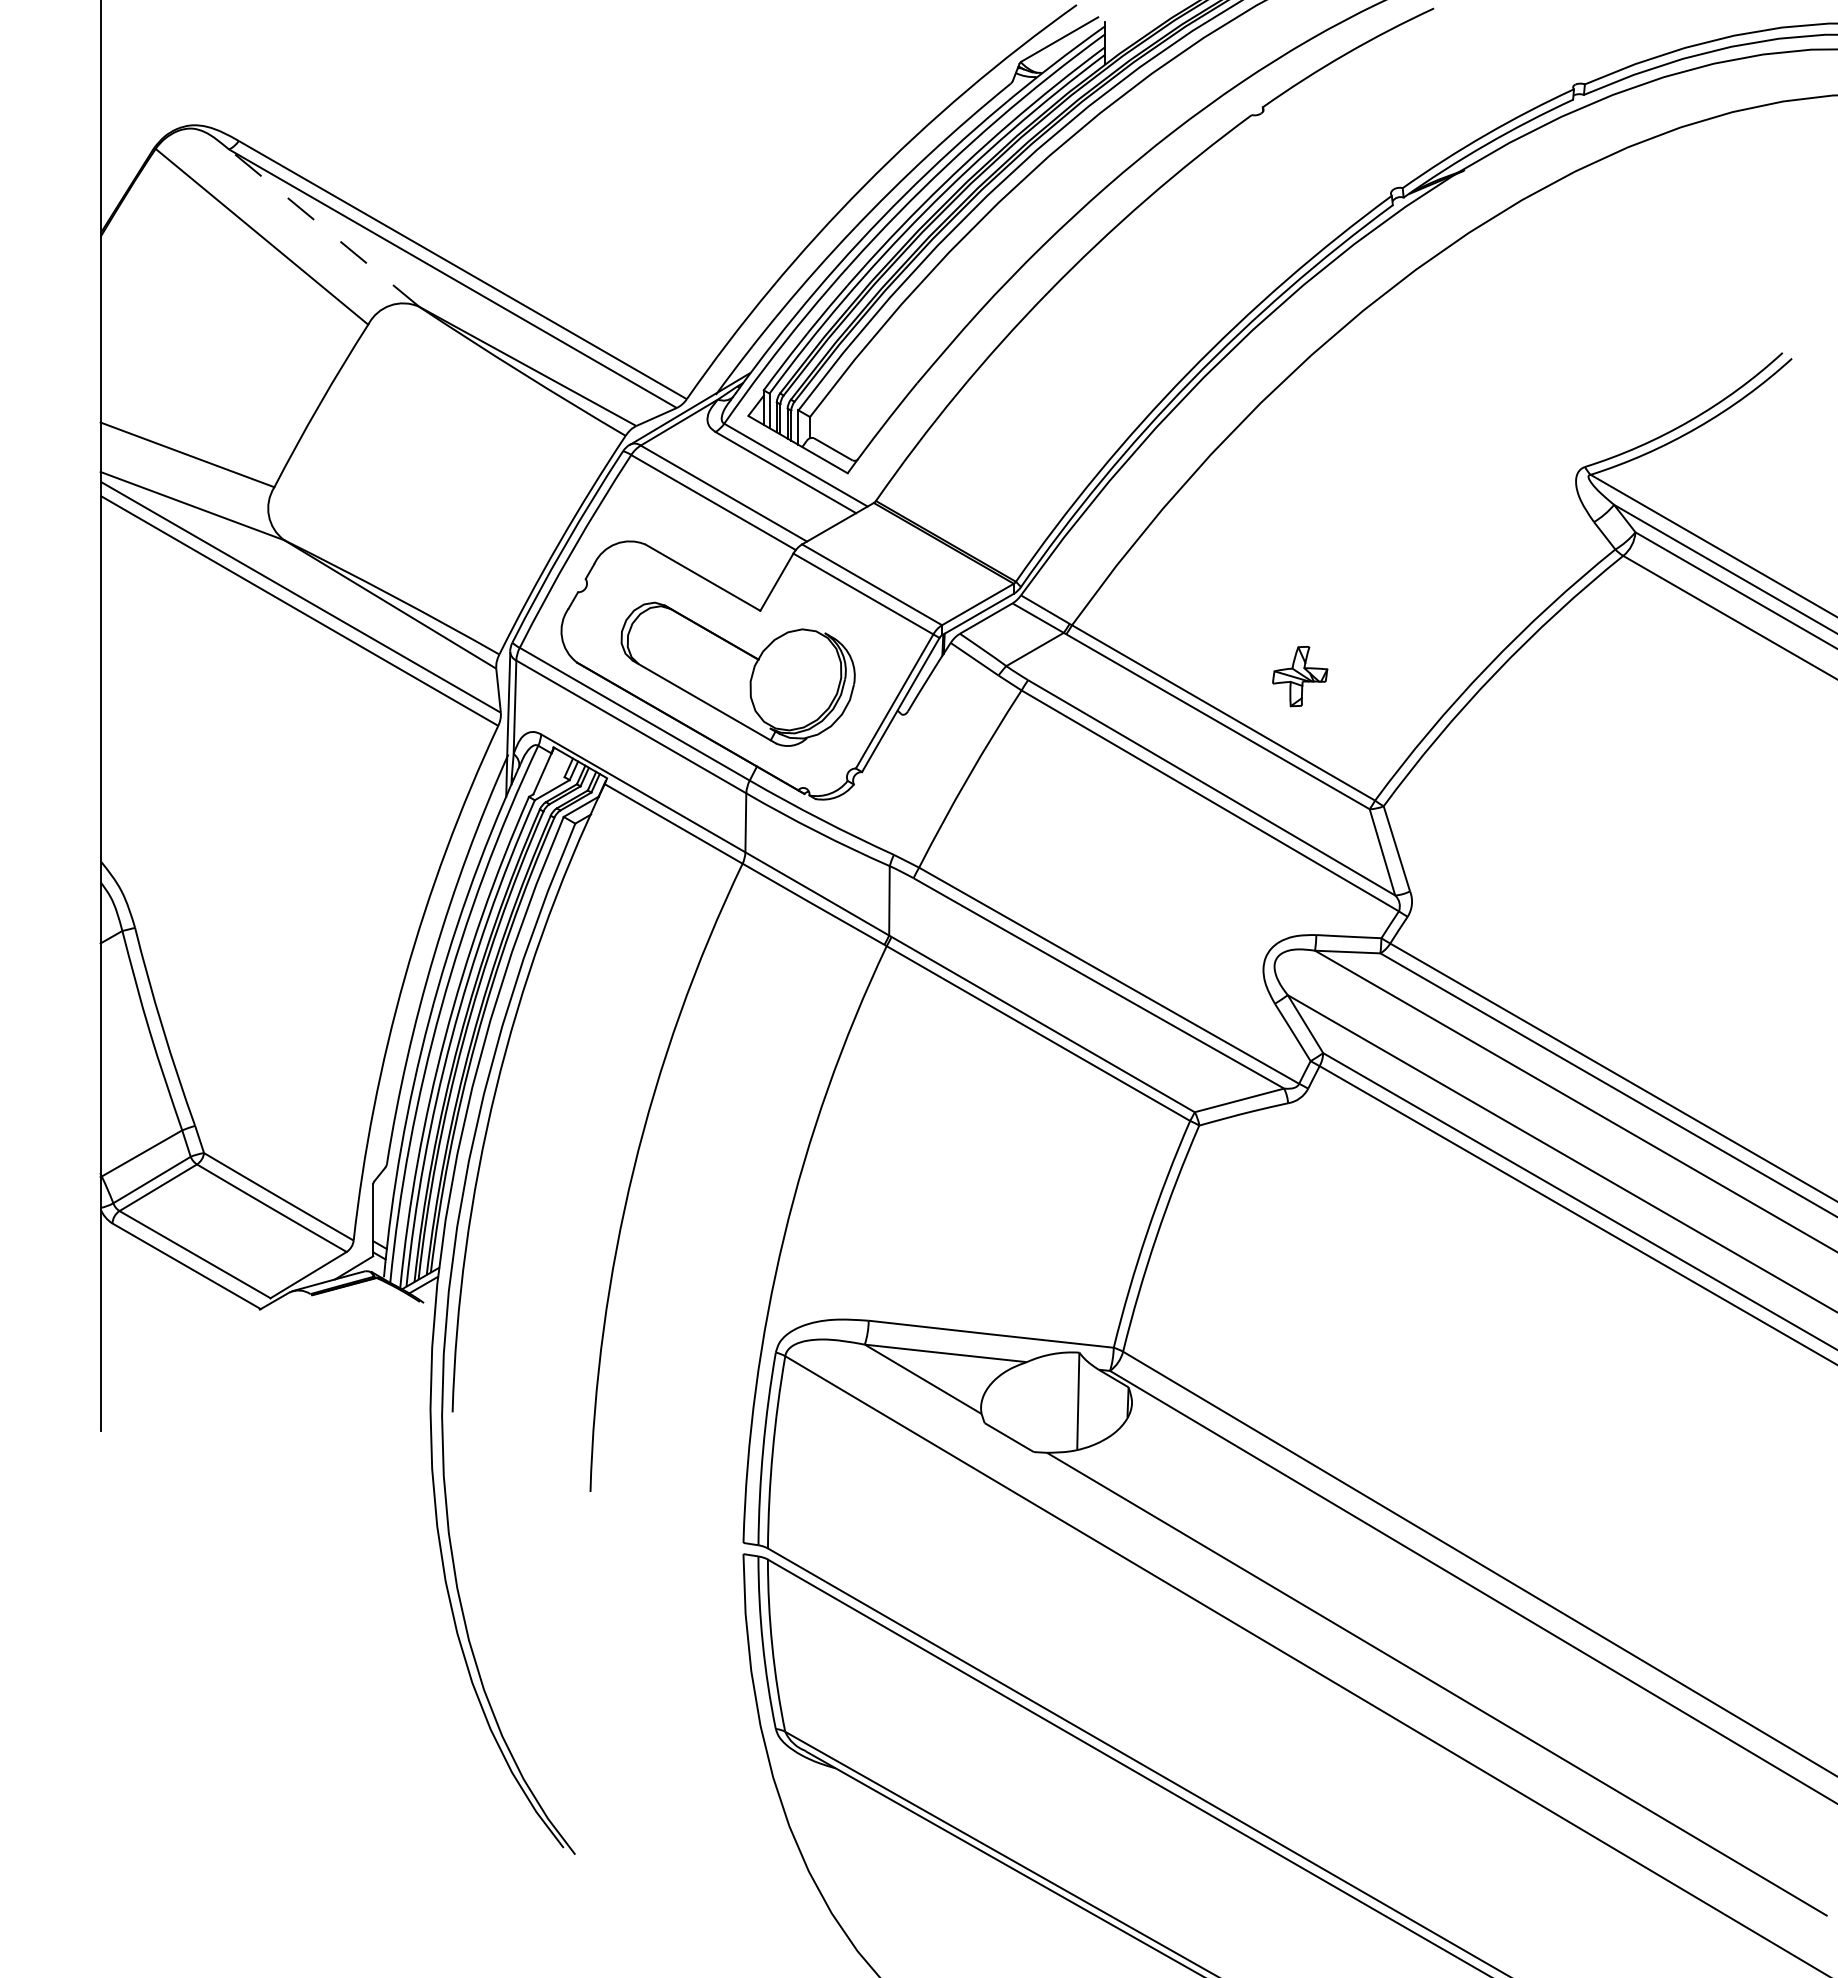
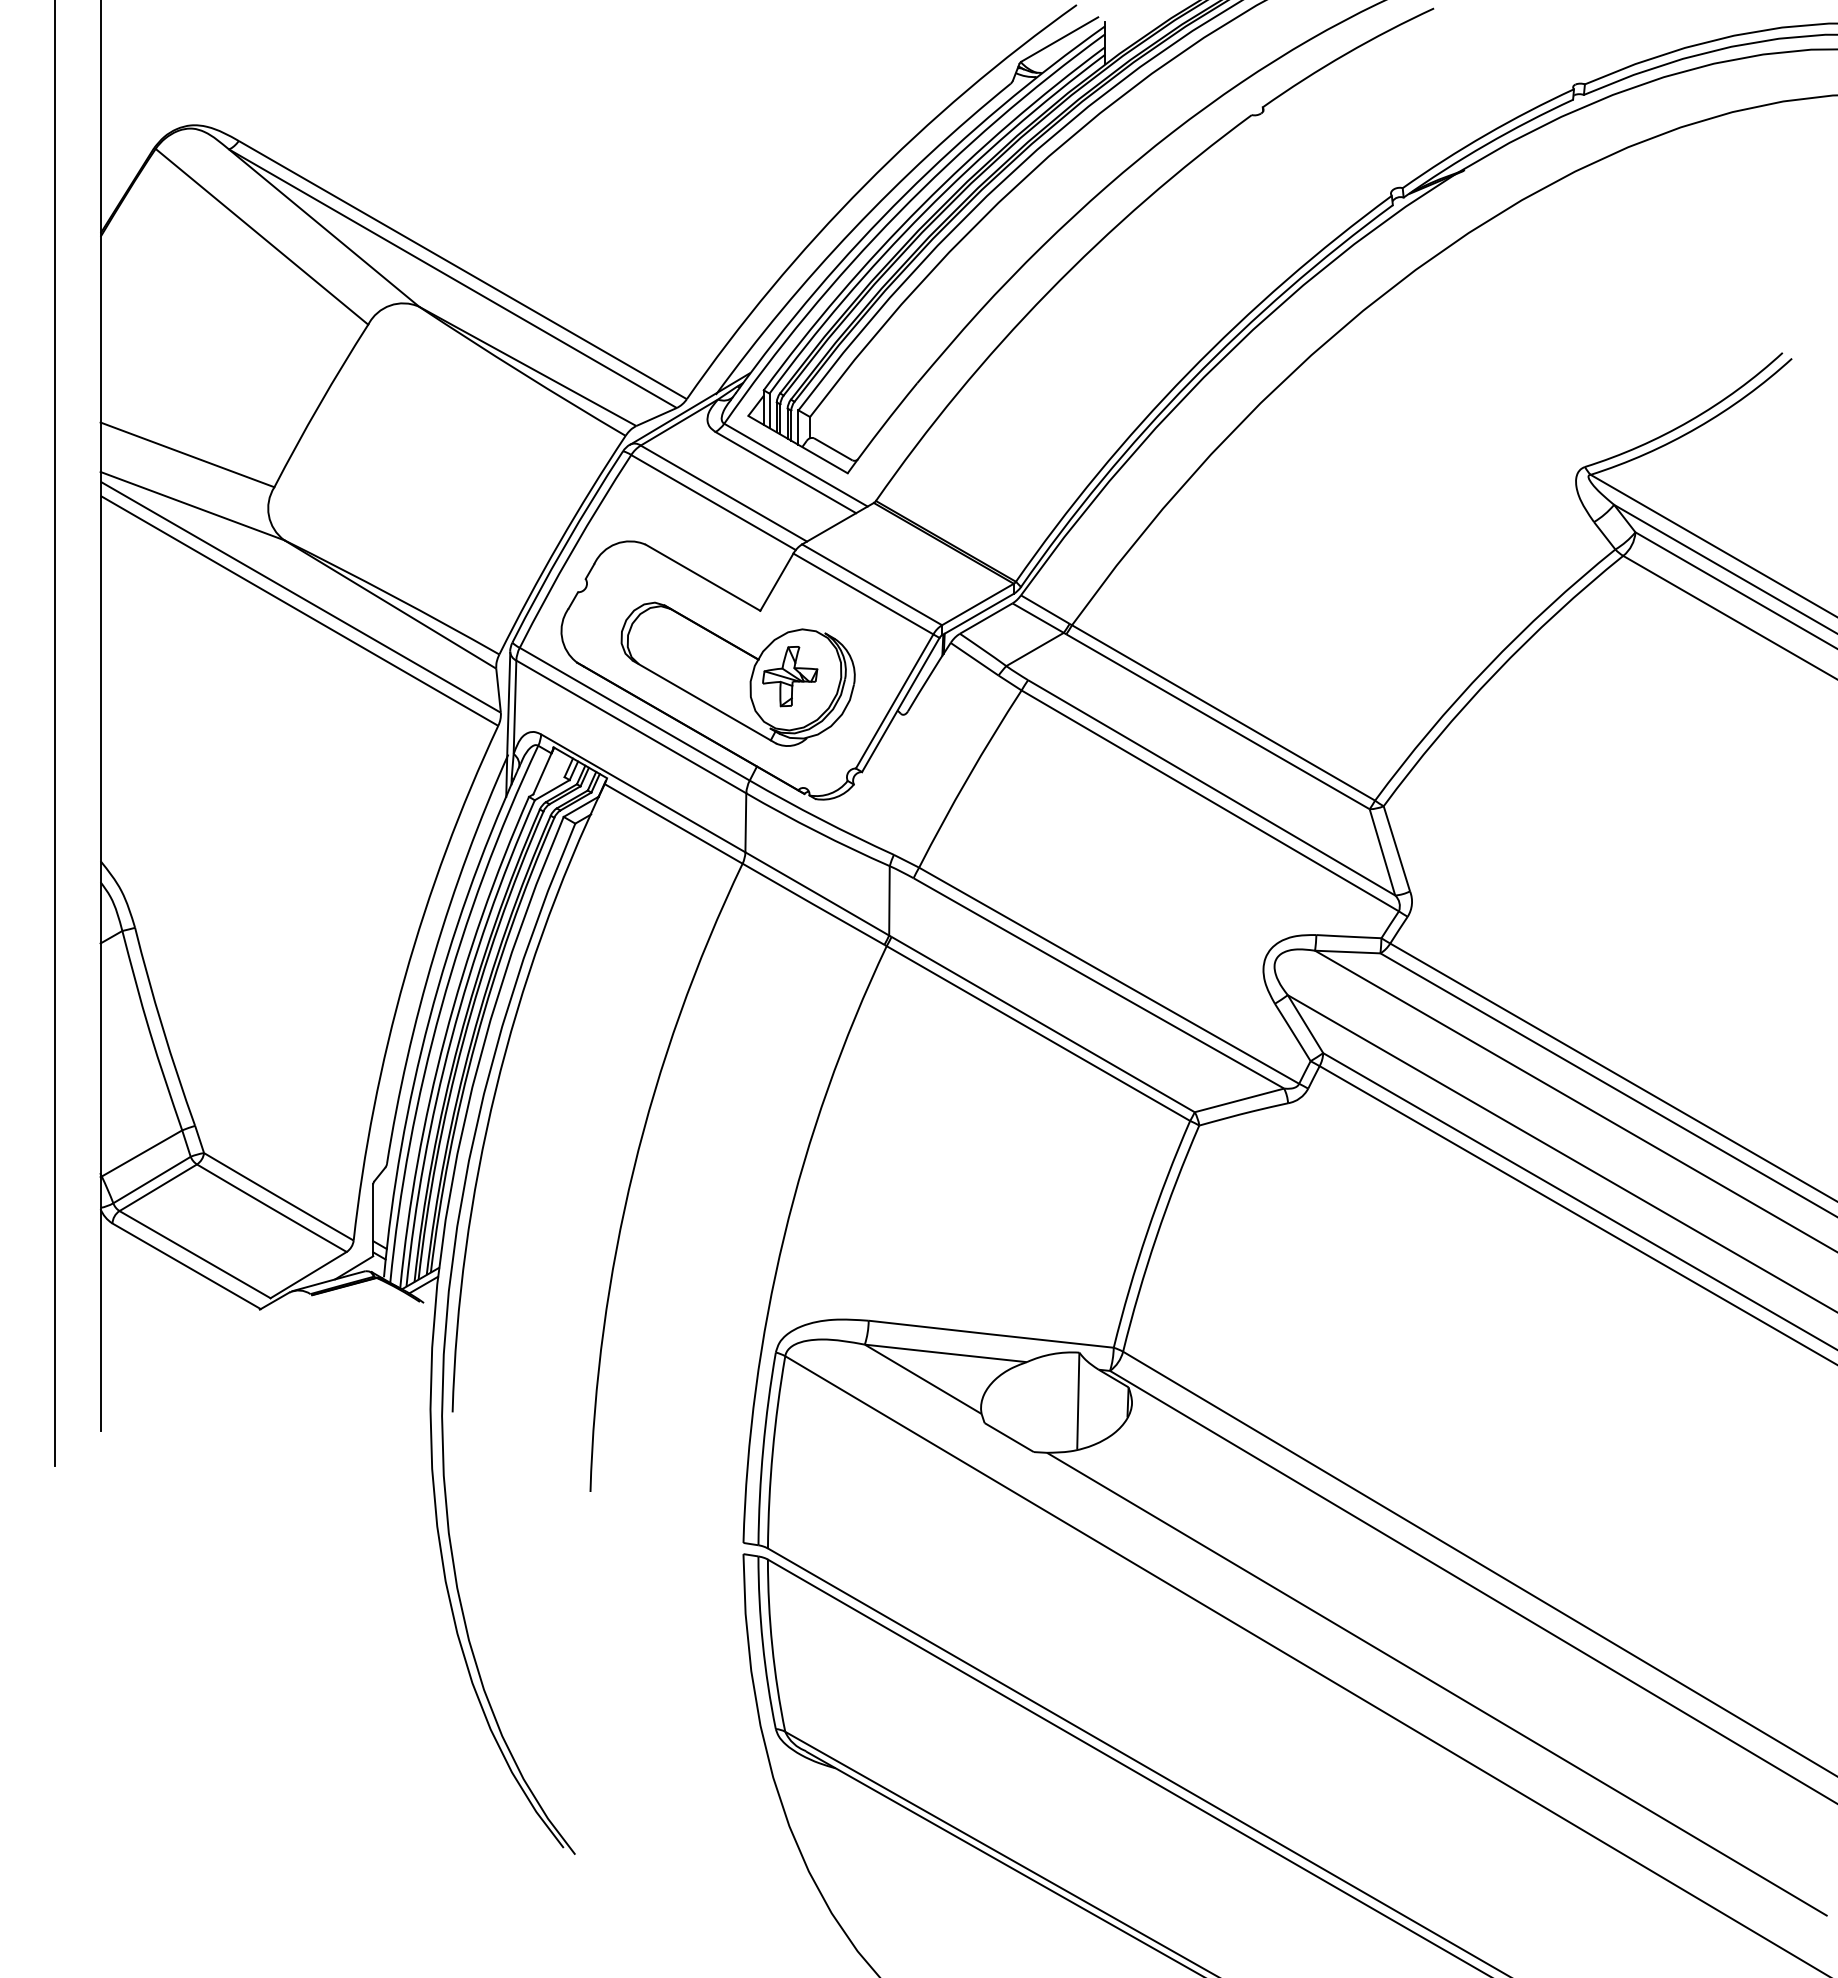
line at (323, 227): dashed -> solid
part at (1300, 676) position: (1300, 676) -> (790, 676)
line at (55, 734): none -> present
